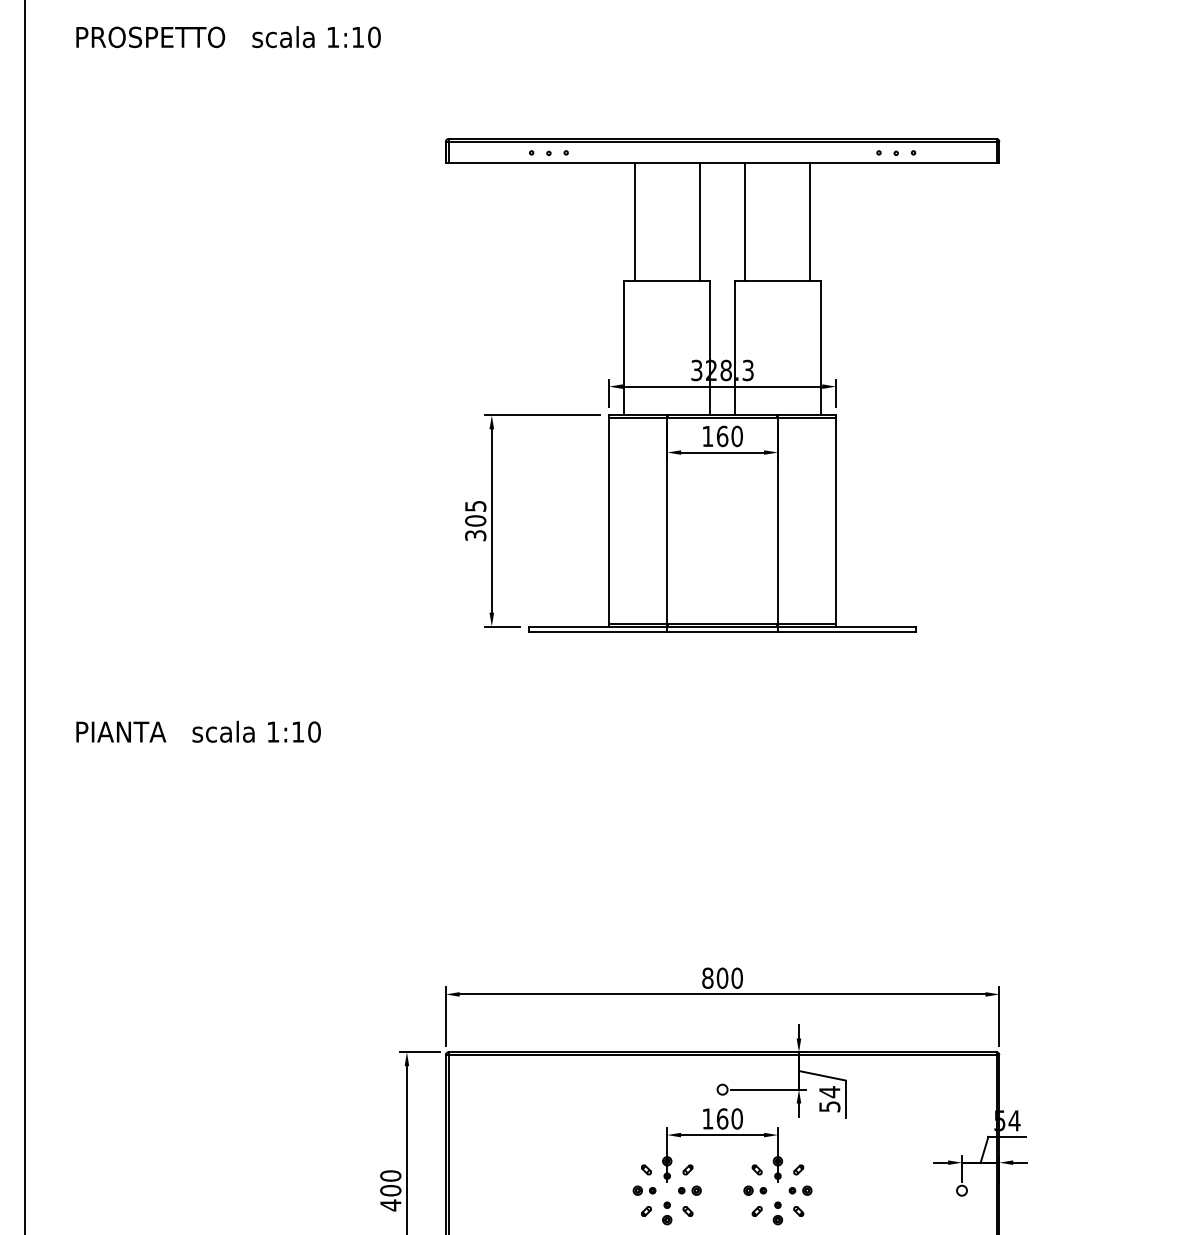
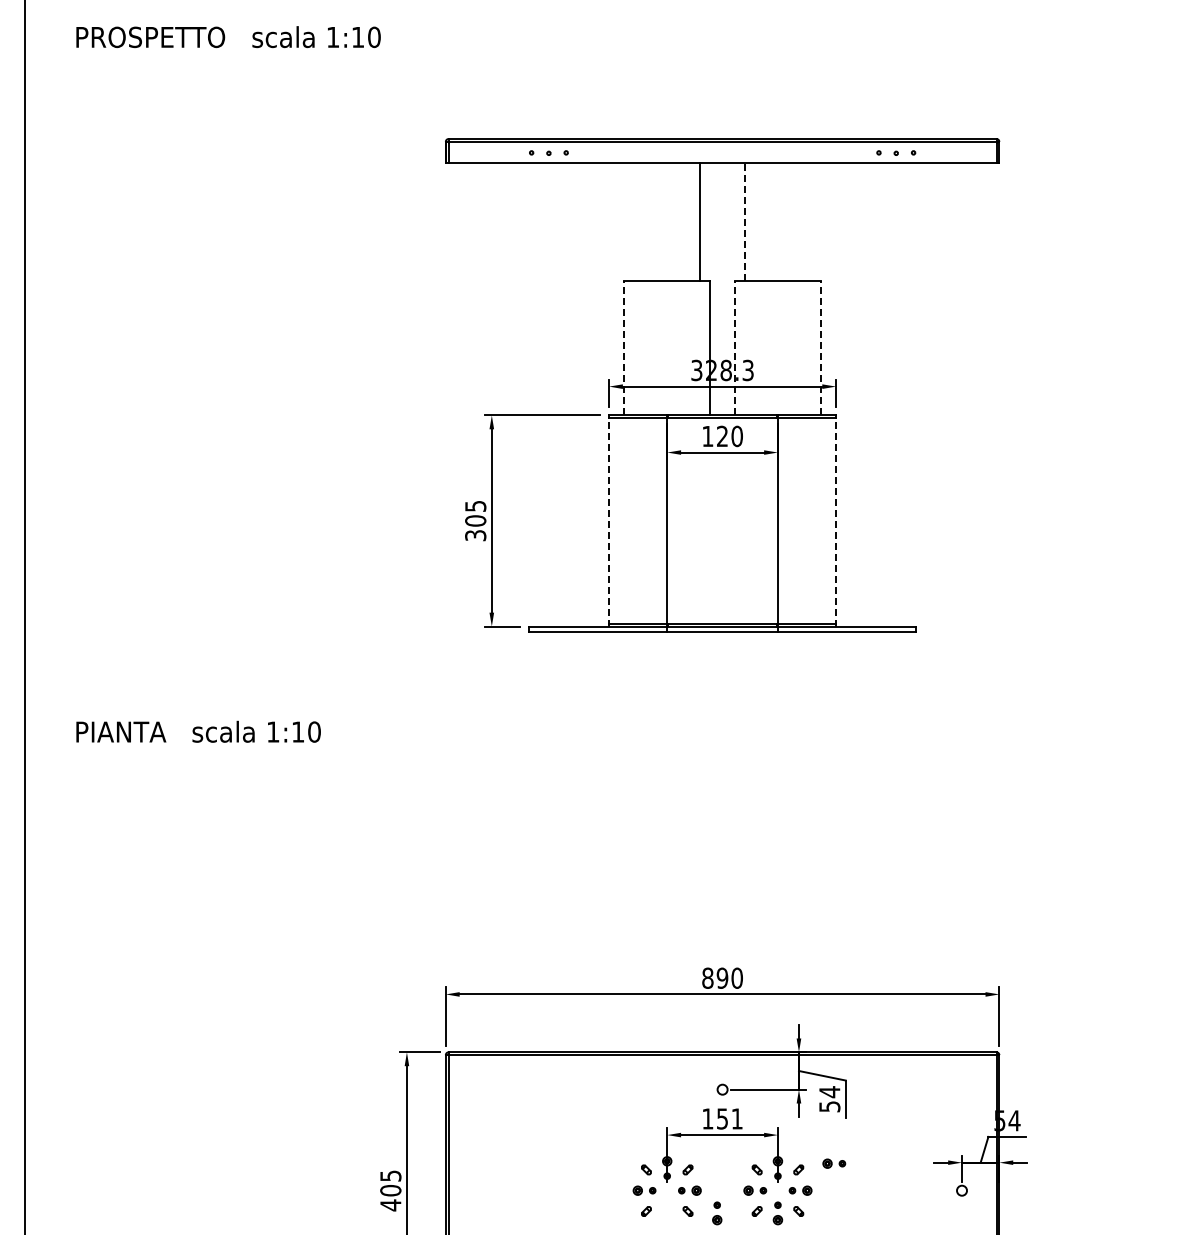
line at (634, 221): present -> none
line at (745, 221): solid -> dashed
line at (810, 221): present -> none
line at (624, 347): solid -> dashed
line at (735, 347): solid -> dashed
line at (820, 347): solid -> dashed
text at (722, 436): 160 -> 120
line at (609, 521): solid -> dashed
line at (836, 521): solid -> dashed
text at (722, 978): 800 -> 890
text at (729, 1118): 160 -> 151
part at (834, 1163): none -> present
text at (390, 1175): 400 -> 405
part at (667, 1213) position: (667, 1213) -> (717, 1213)
